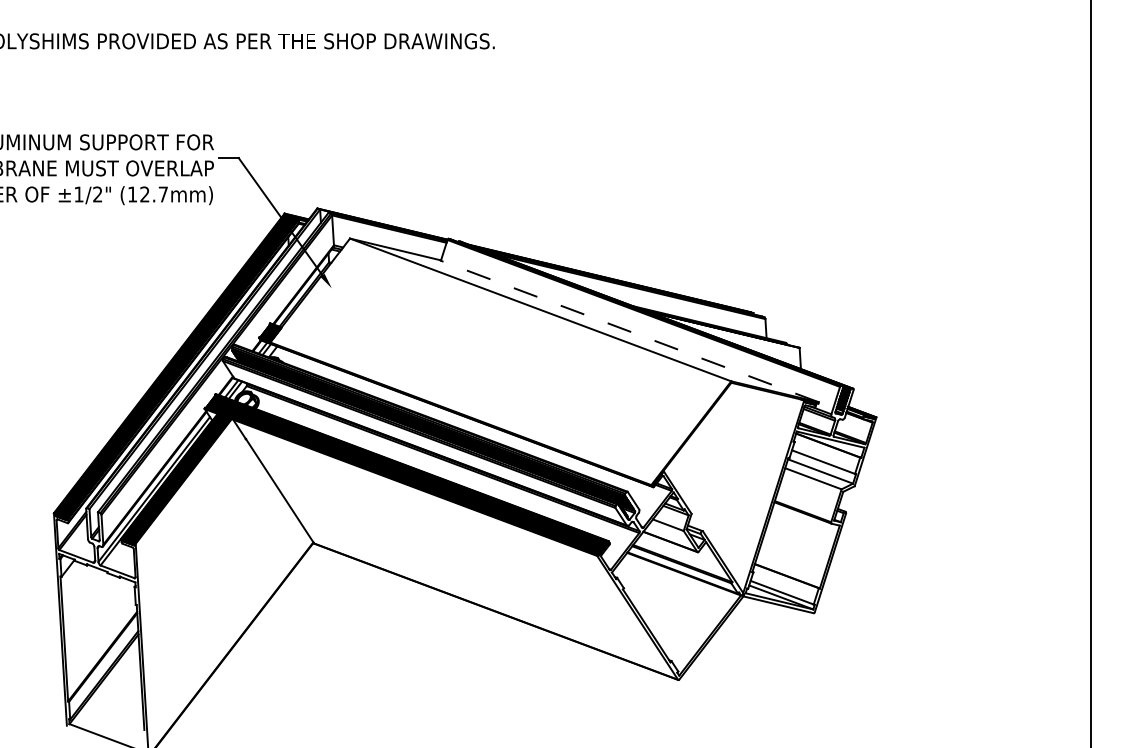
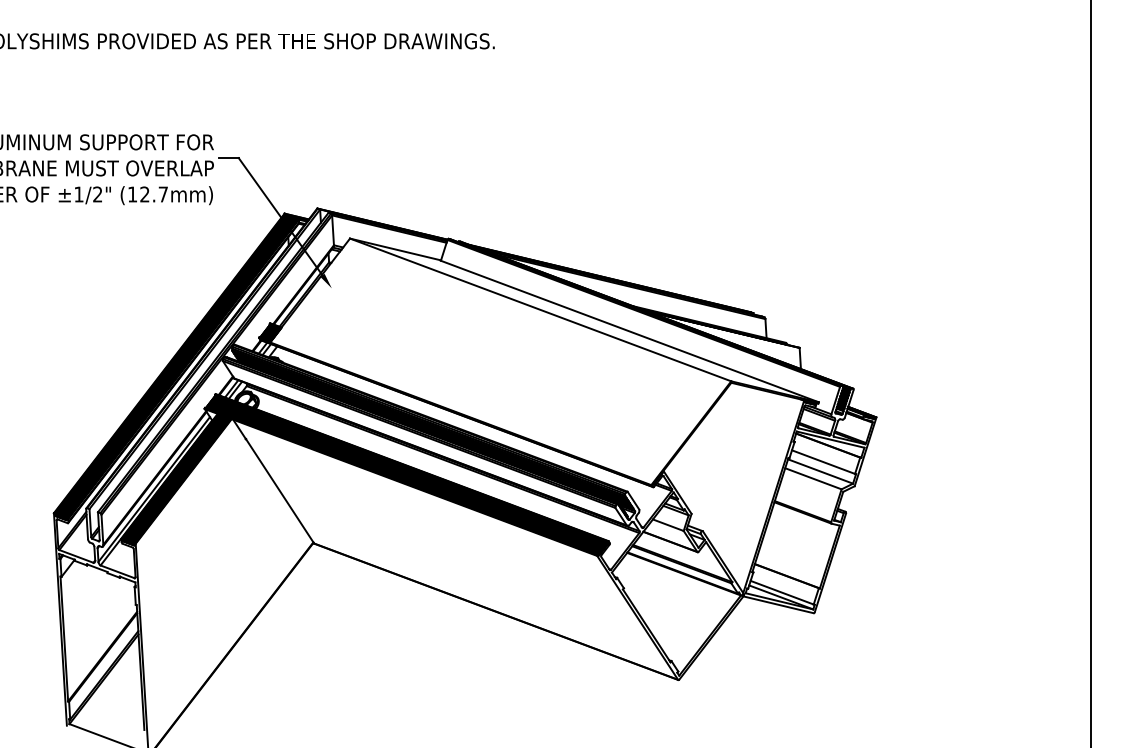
line at (629, 331): dashed -> solid
